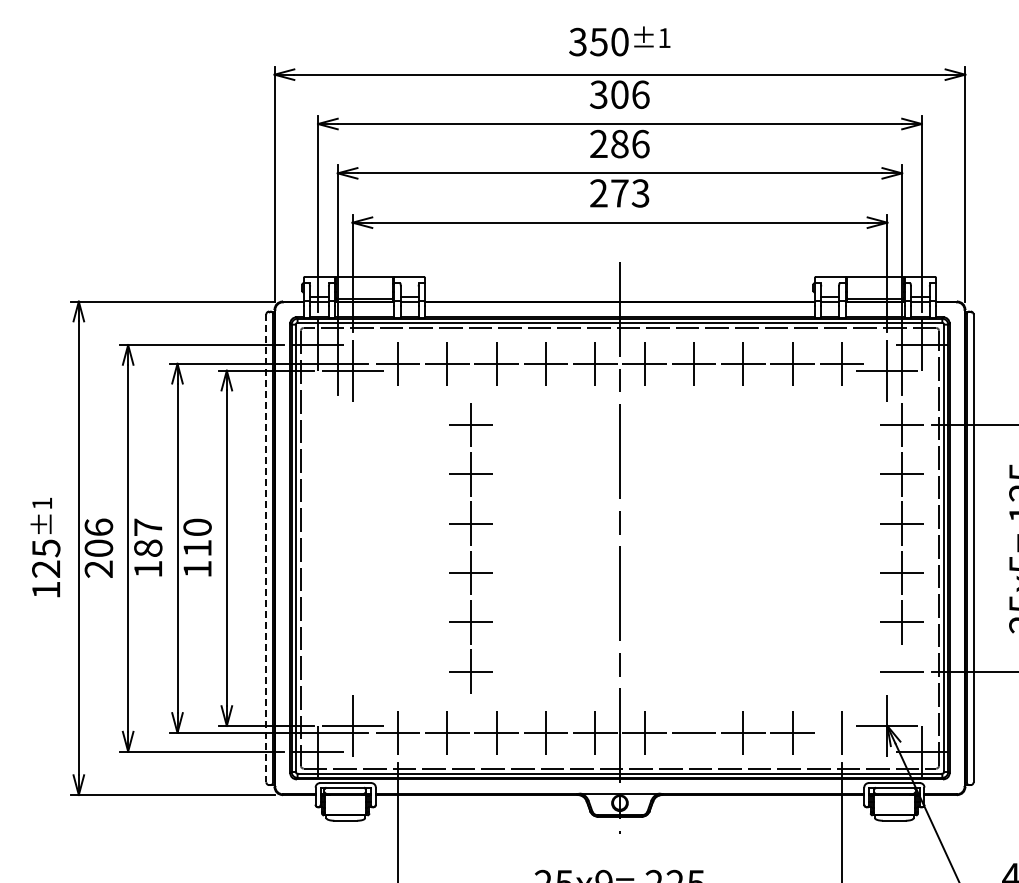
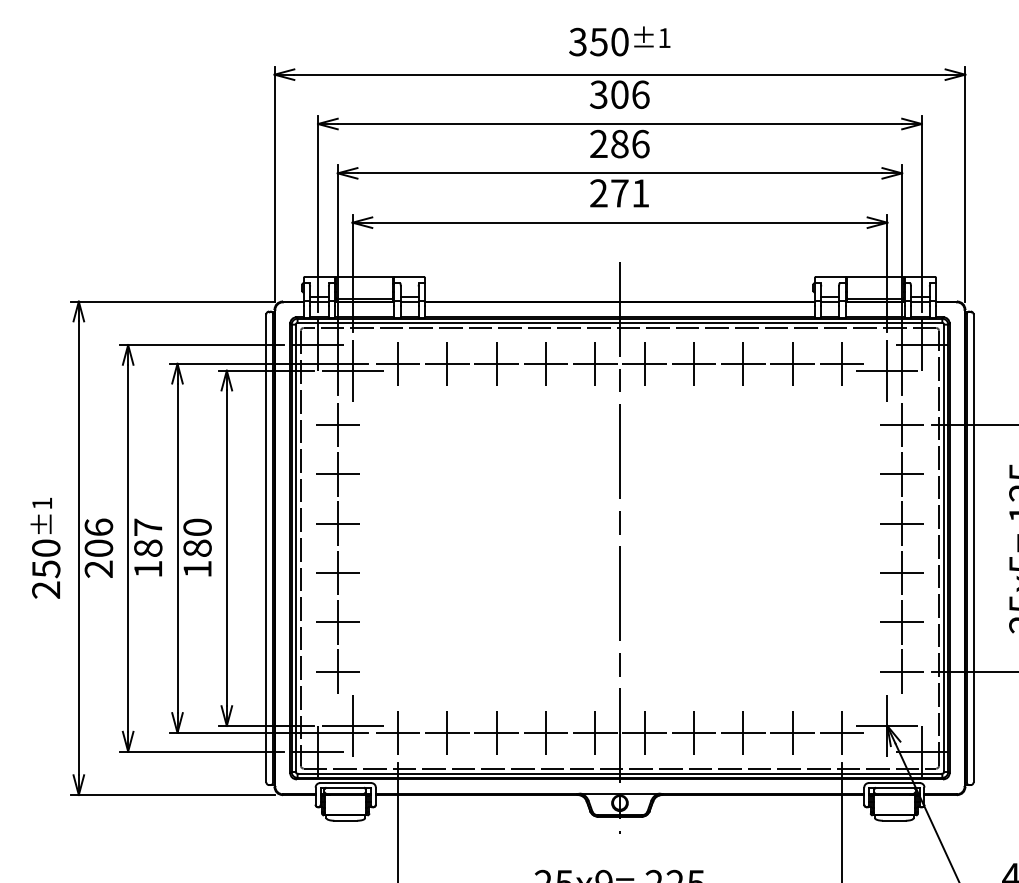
text at (640, 193): 273 -> 271
text at (197, 547): 110 -> 180
line at (266, 548): dashed -> solid
part at (470, 548) position: (470, 548) -> (337, 548)
text at (46, 568): 125 -> 250
line at (902, 671): none -> present
line at (693, 732): none -> present
line at (841, 732): none -> present
